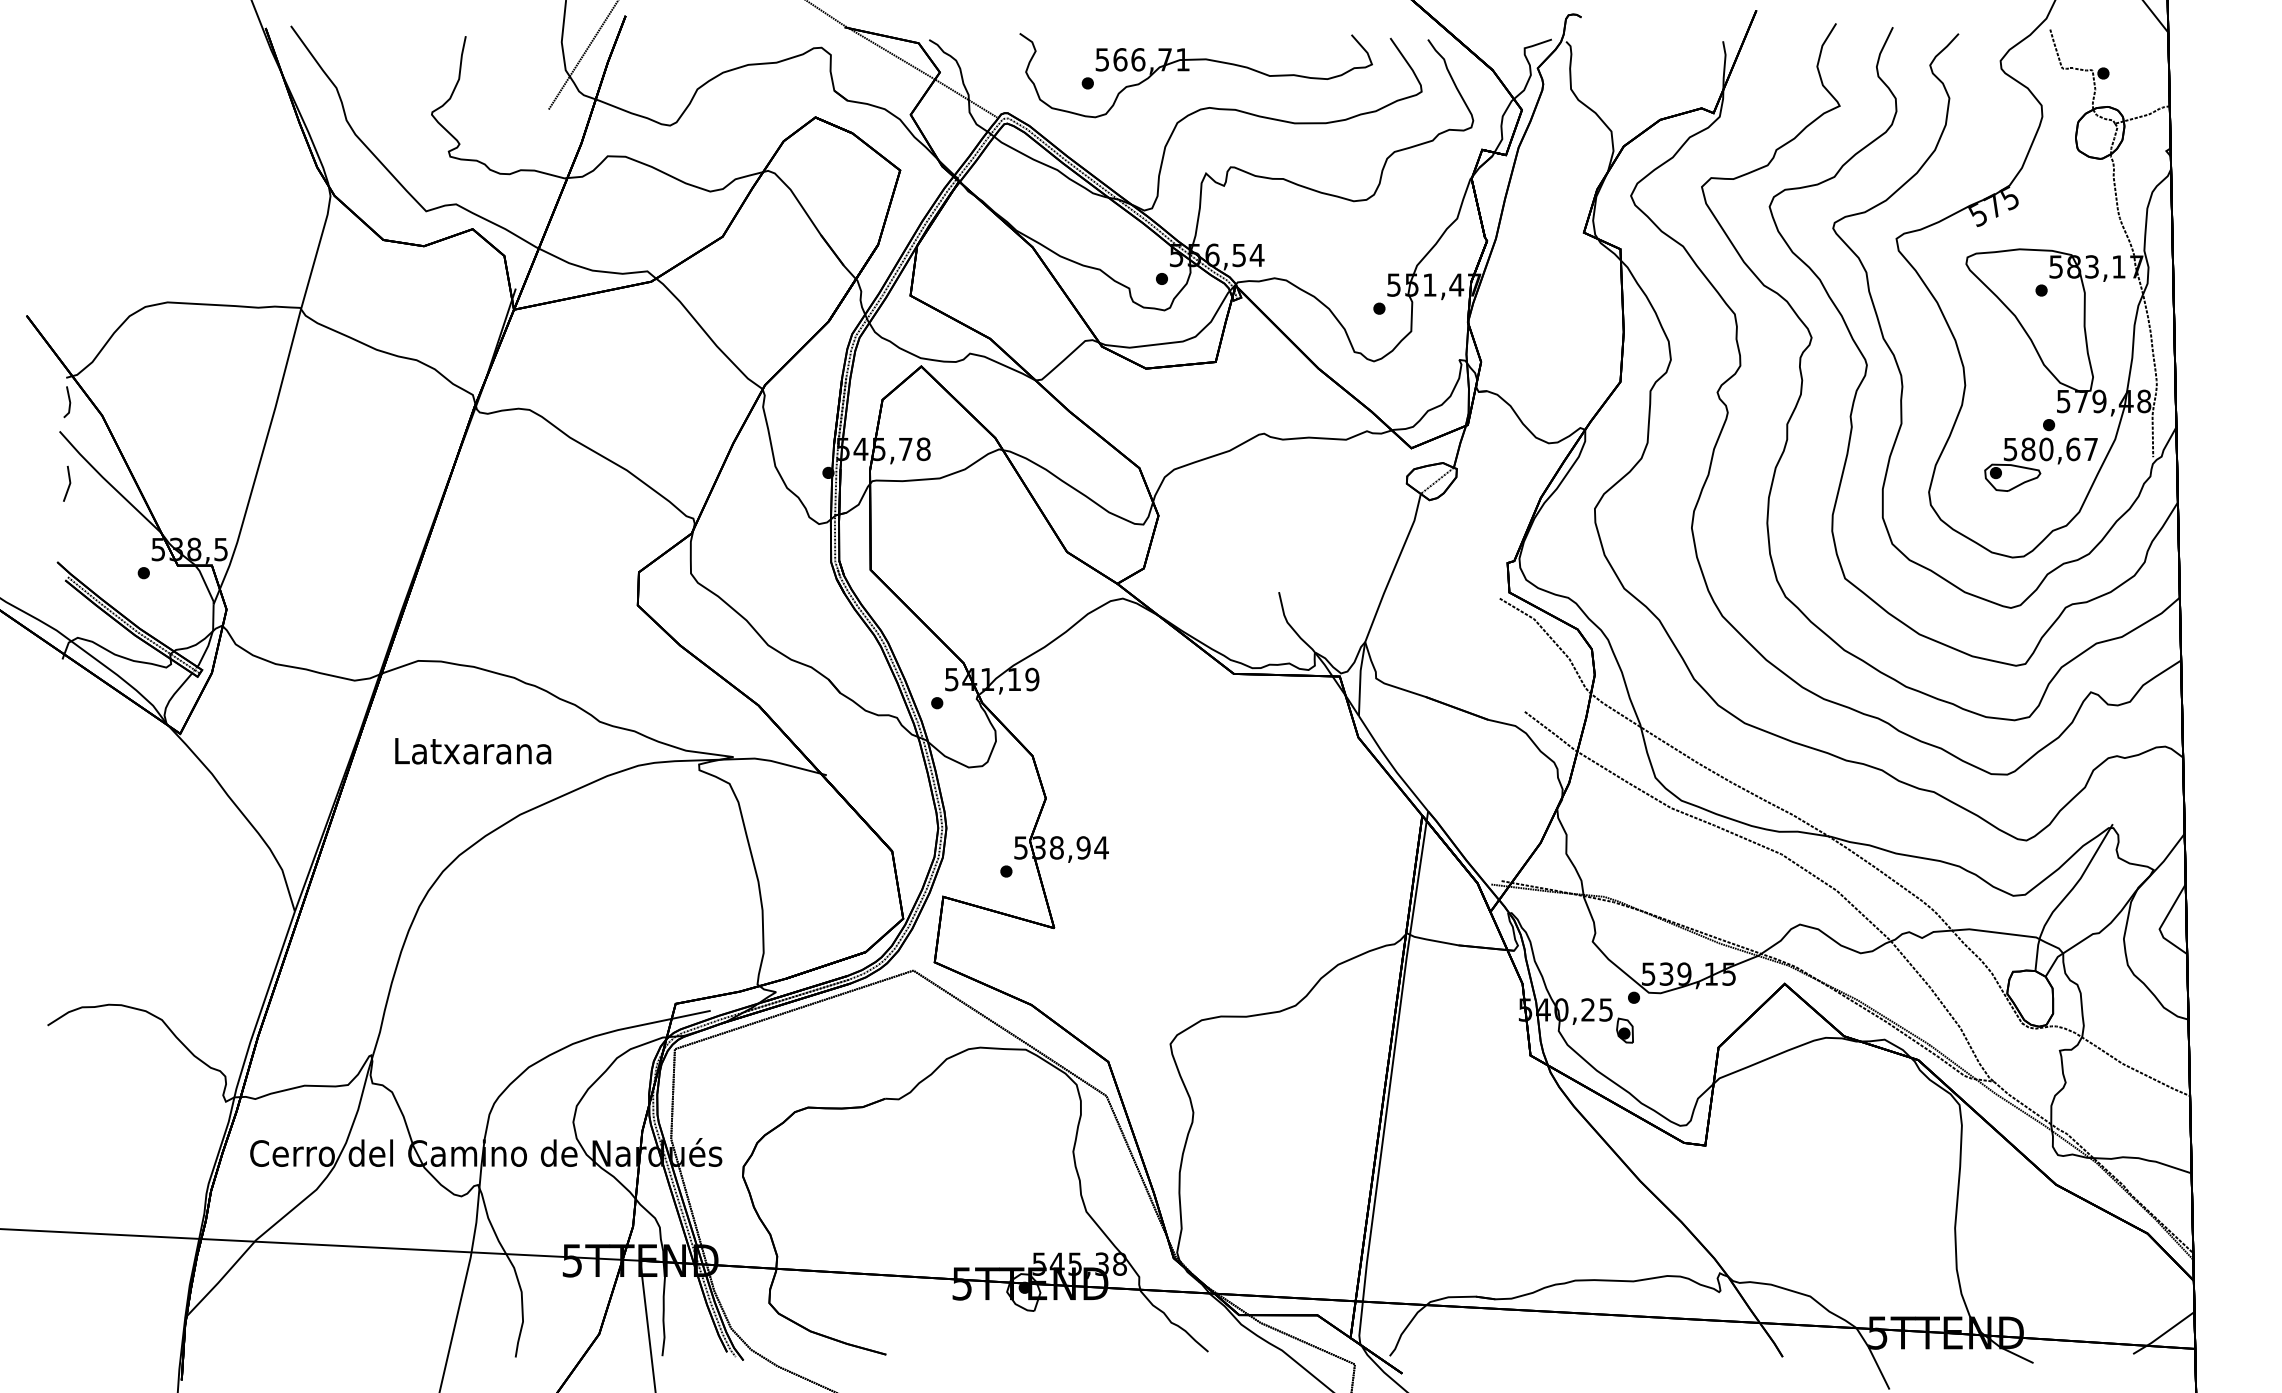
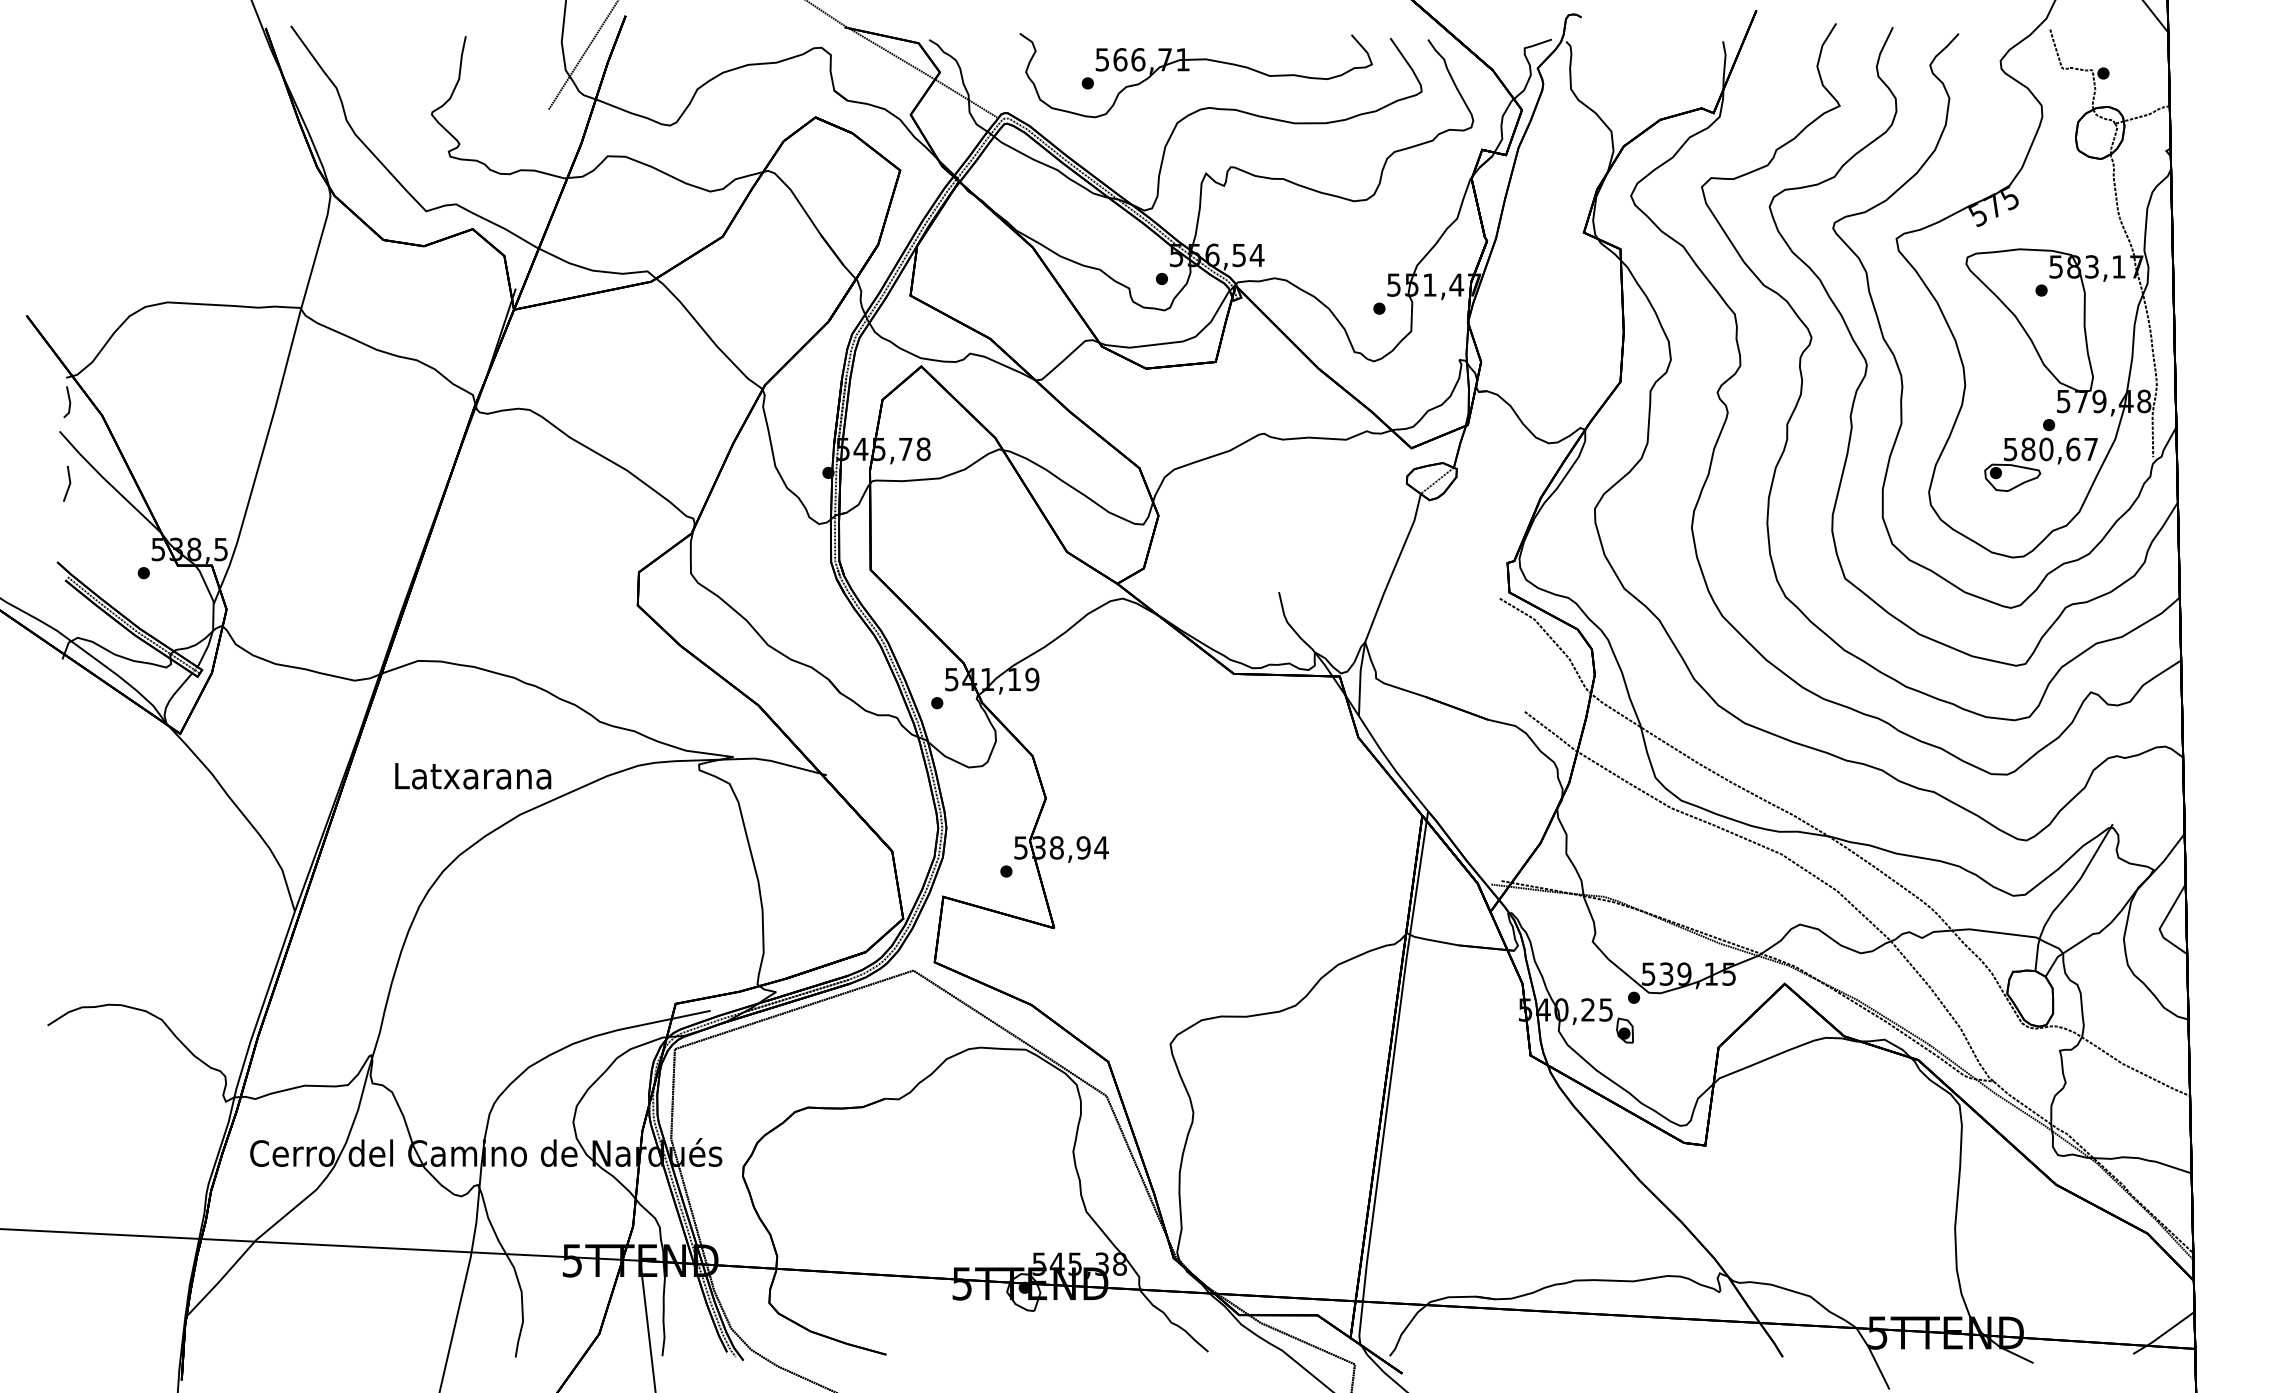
text at (473, 751) position: (473, 751) -> (473, 776)
